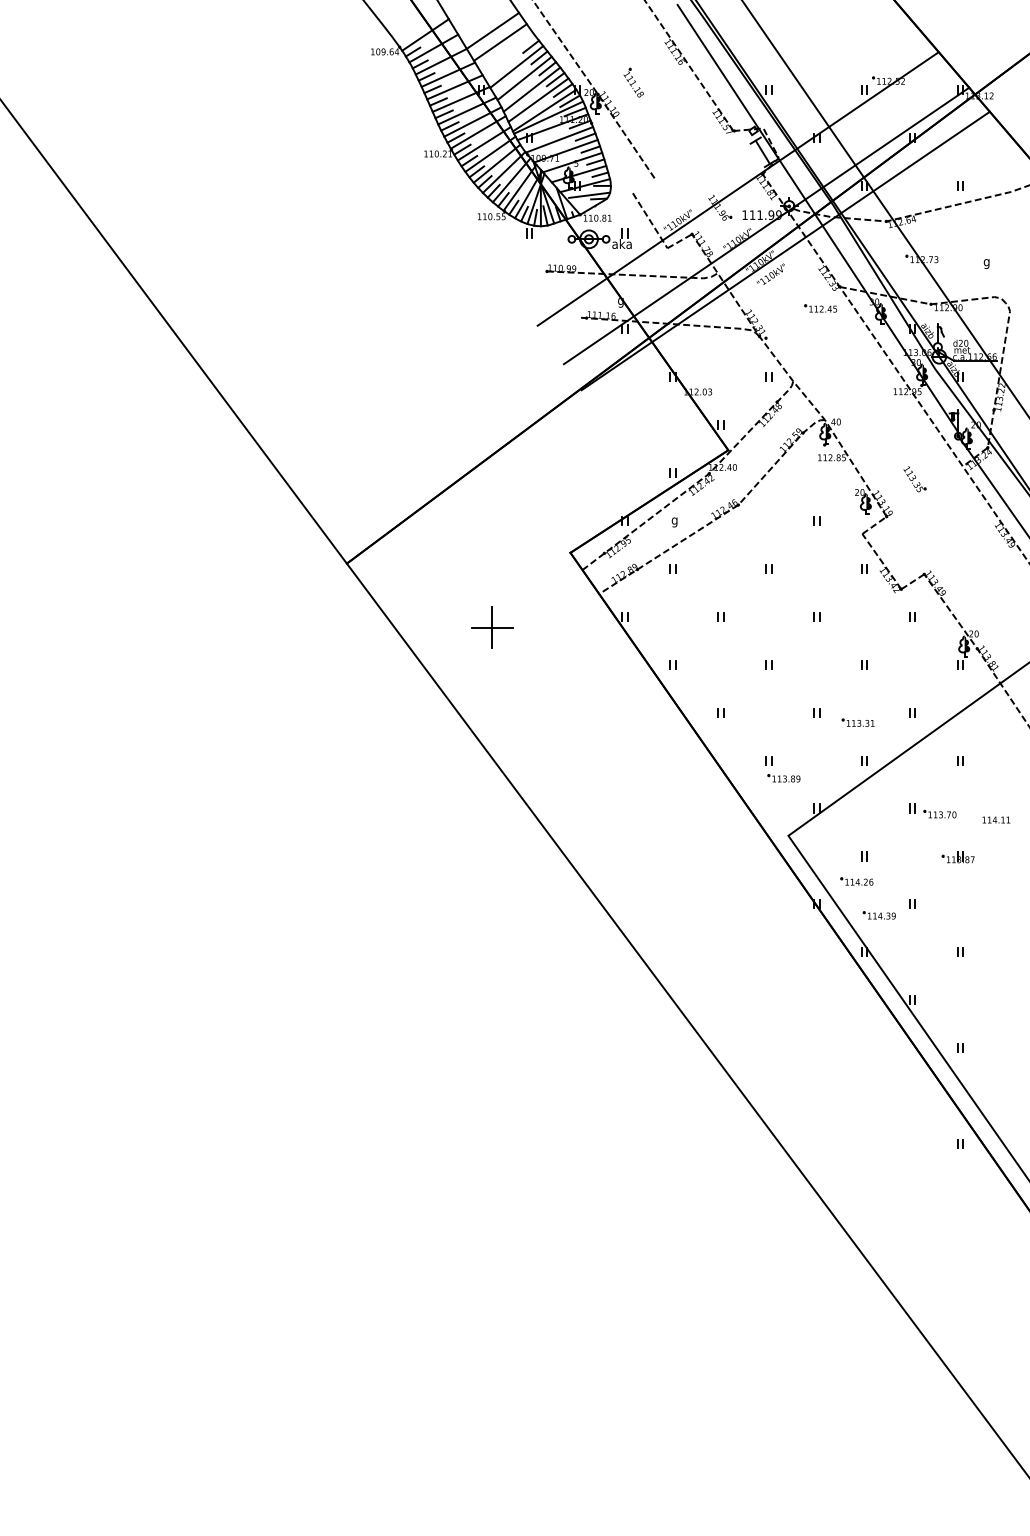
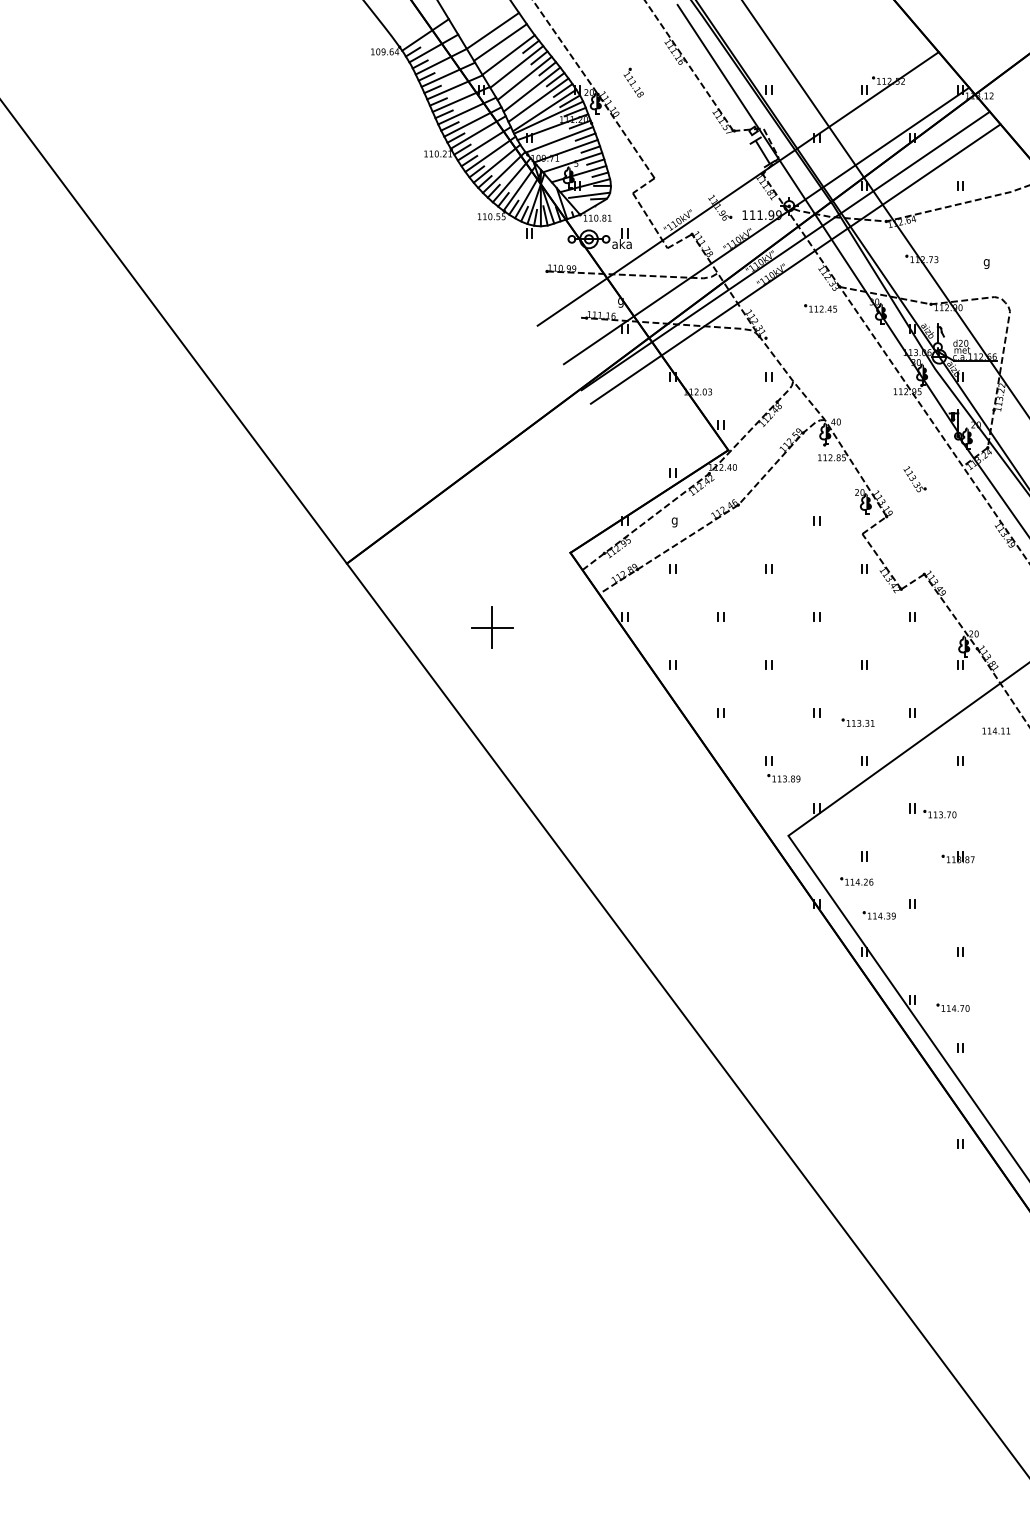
line at (508, 54): none -> present
line at (643, 185): none -> present
line at (795, 263): none -> present
text at (996, 819) position: (996, 819) -> (996, 730)
part at (952, 1007): none -> present
